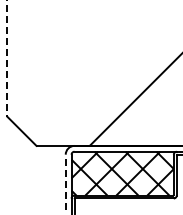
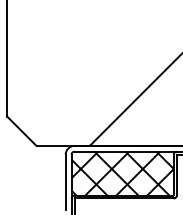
line at (7, 58): dashed -> solid
line at (65, 182): dashed -> solid
